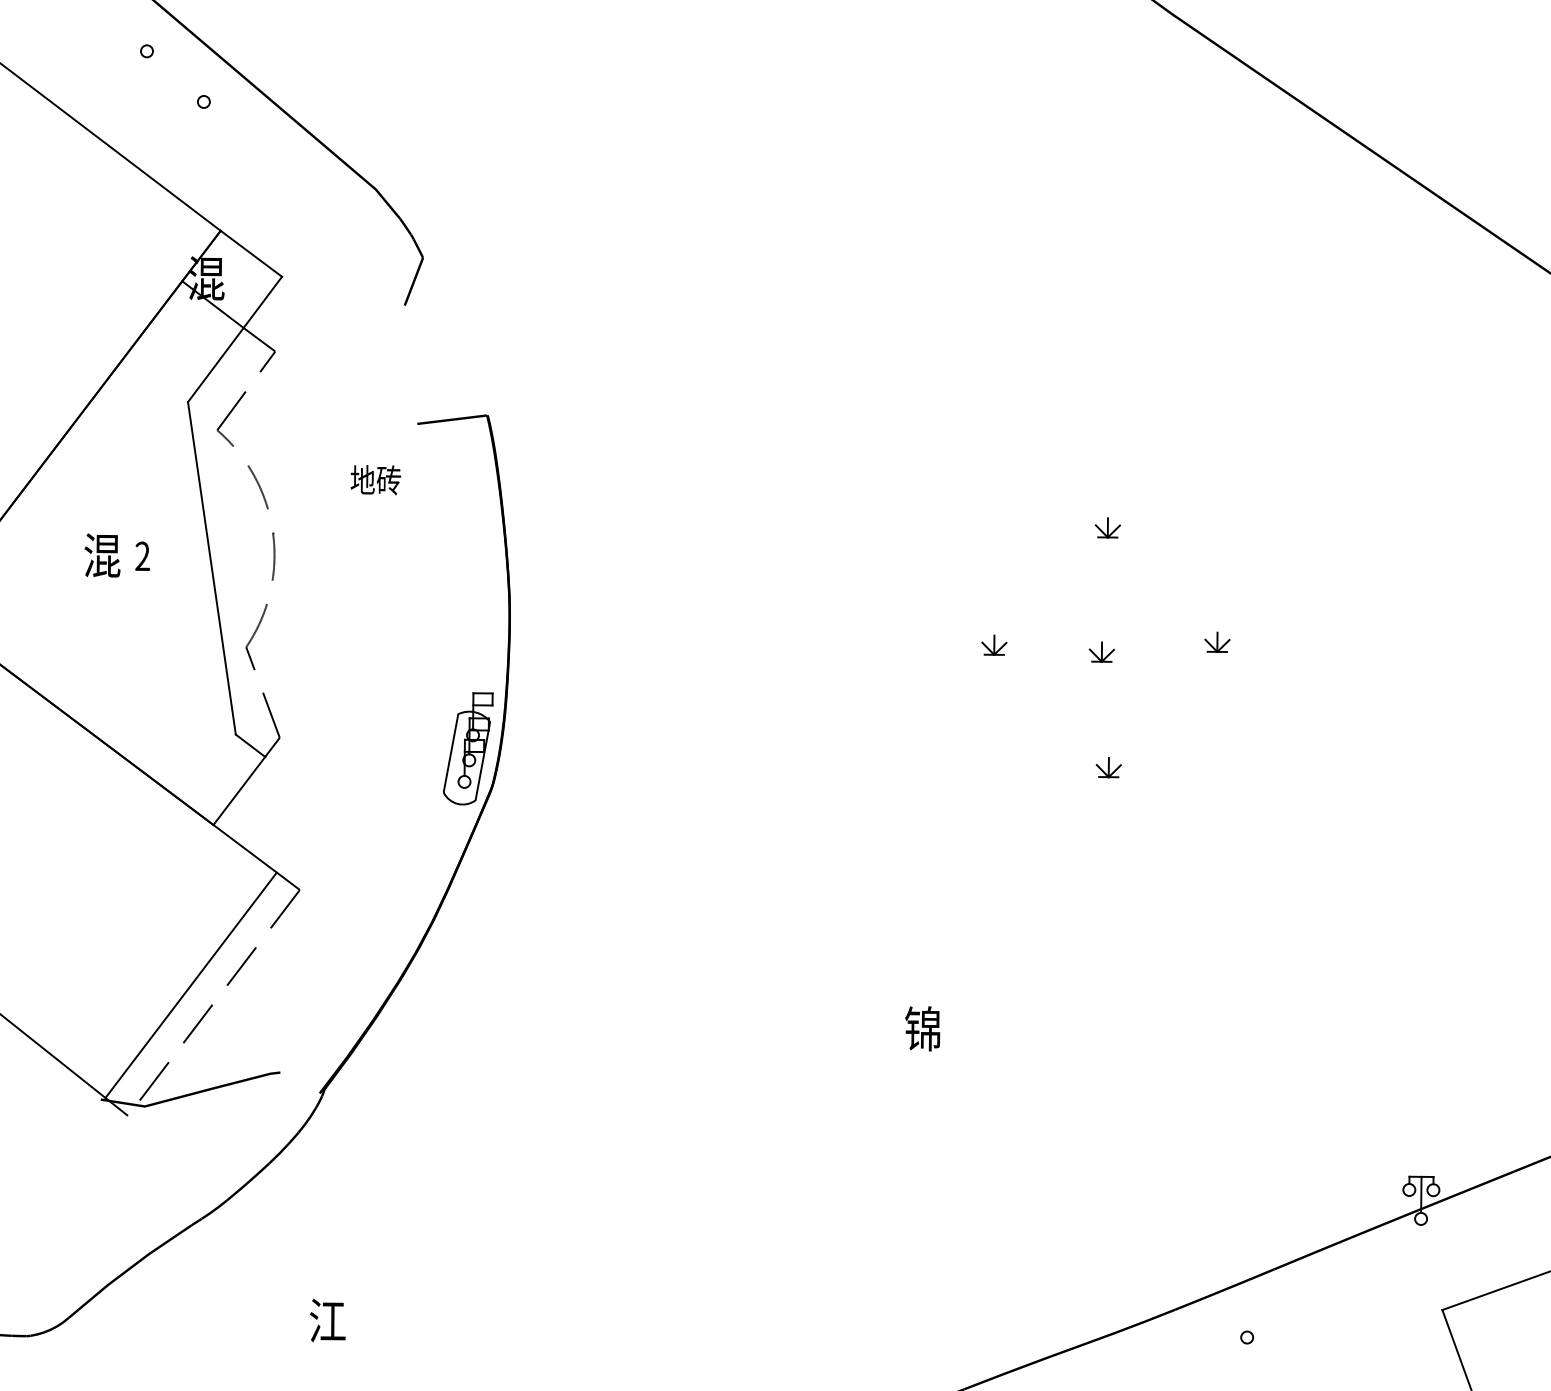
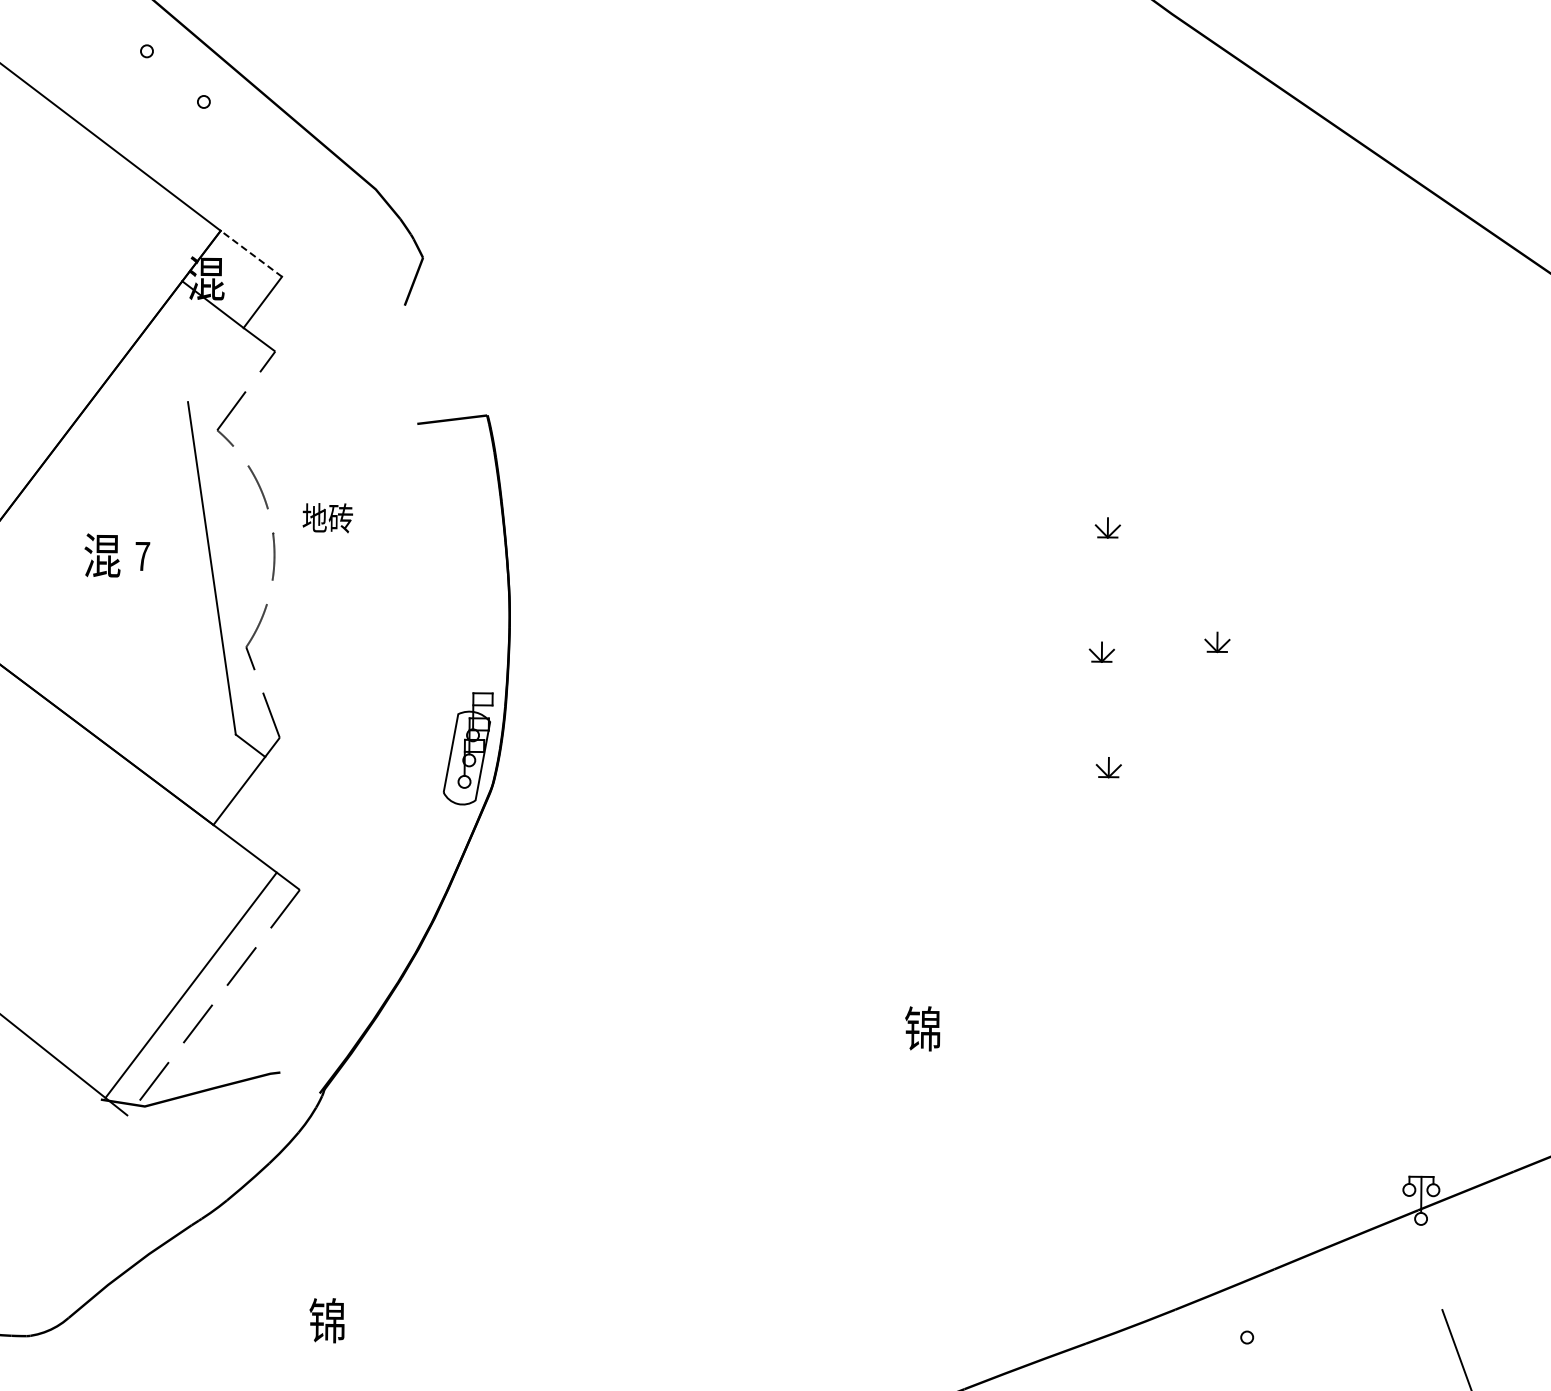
line at (250, 253): solid -> dashed
line at (215, 365): present -> none
text at (375, 480) position: (375, 480) -> (327, 518)
text at (142, 555): 2 -> 7
part at (994, 644): present -> none
line at (1494, 1291): present -> none
text at (327, 1320): 江 -> 锦
